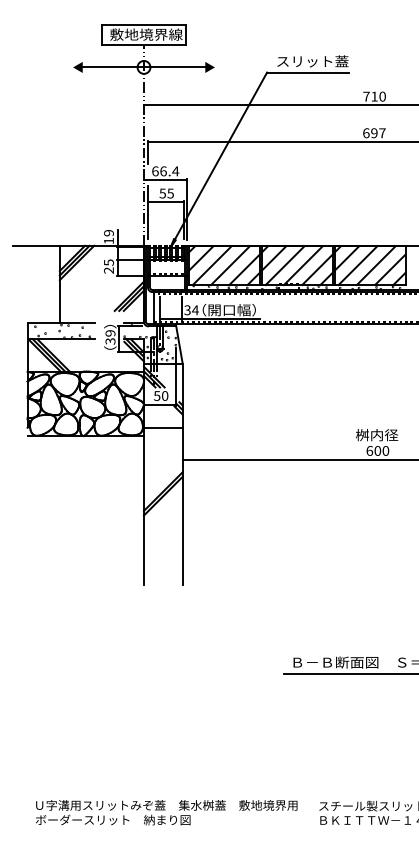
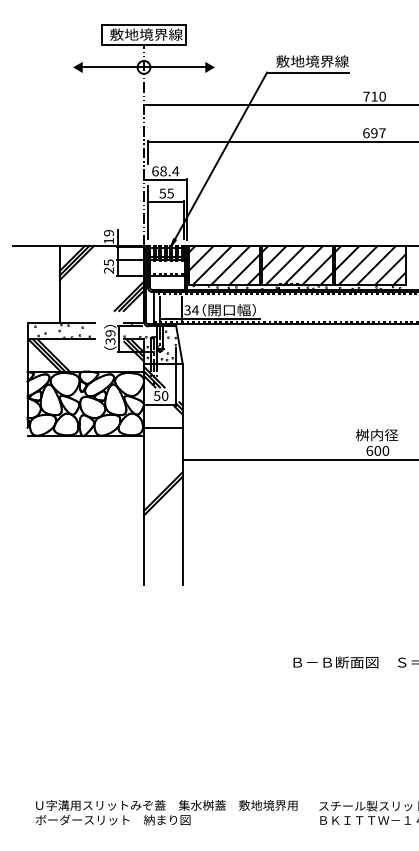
text at (312, 61): スリット蓋 -> 敷地境界線
text at (163, 171): 66.4 -> 68.4
line at (349, 674): present -> none
